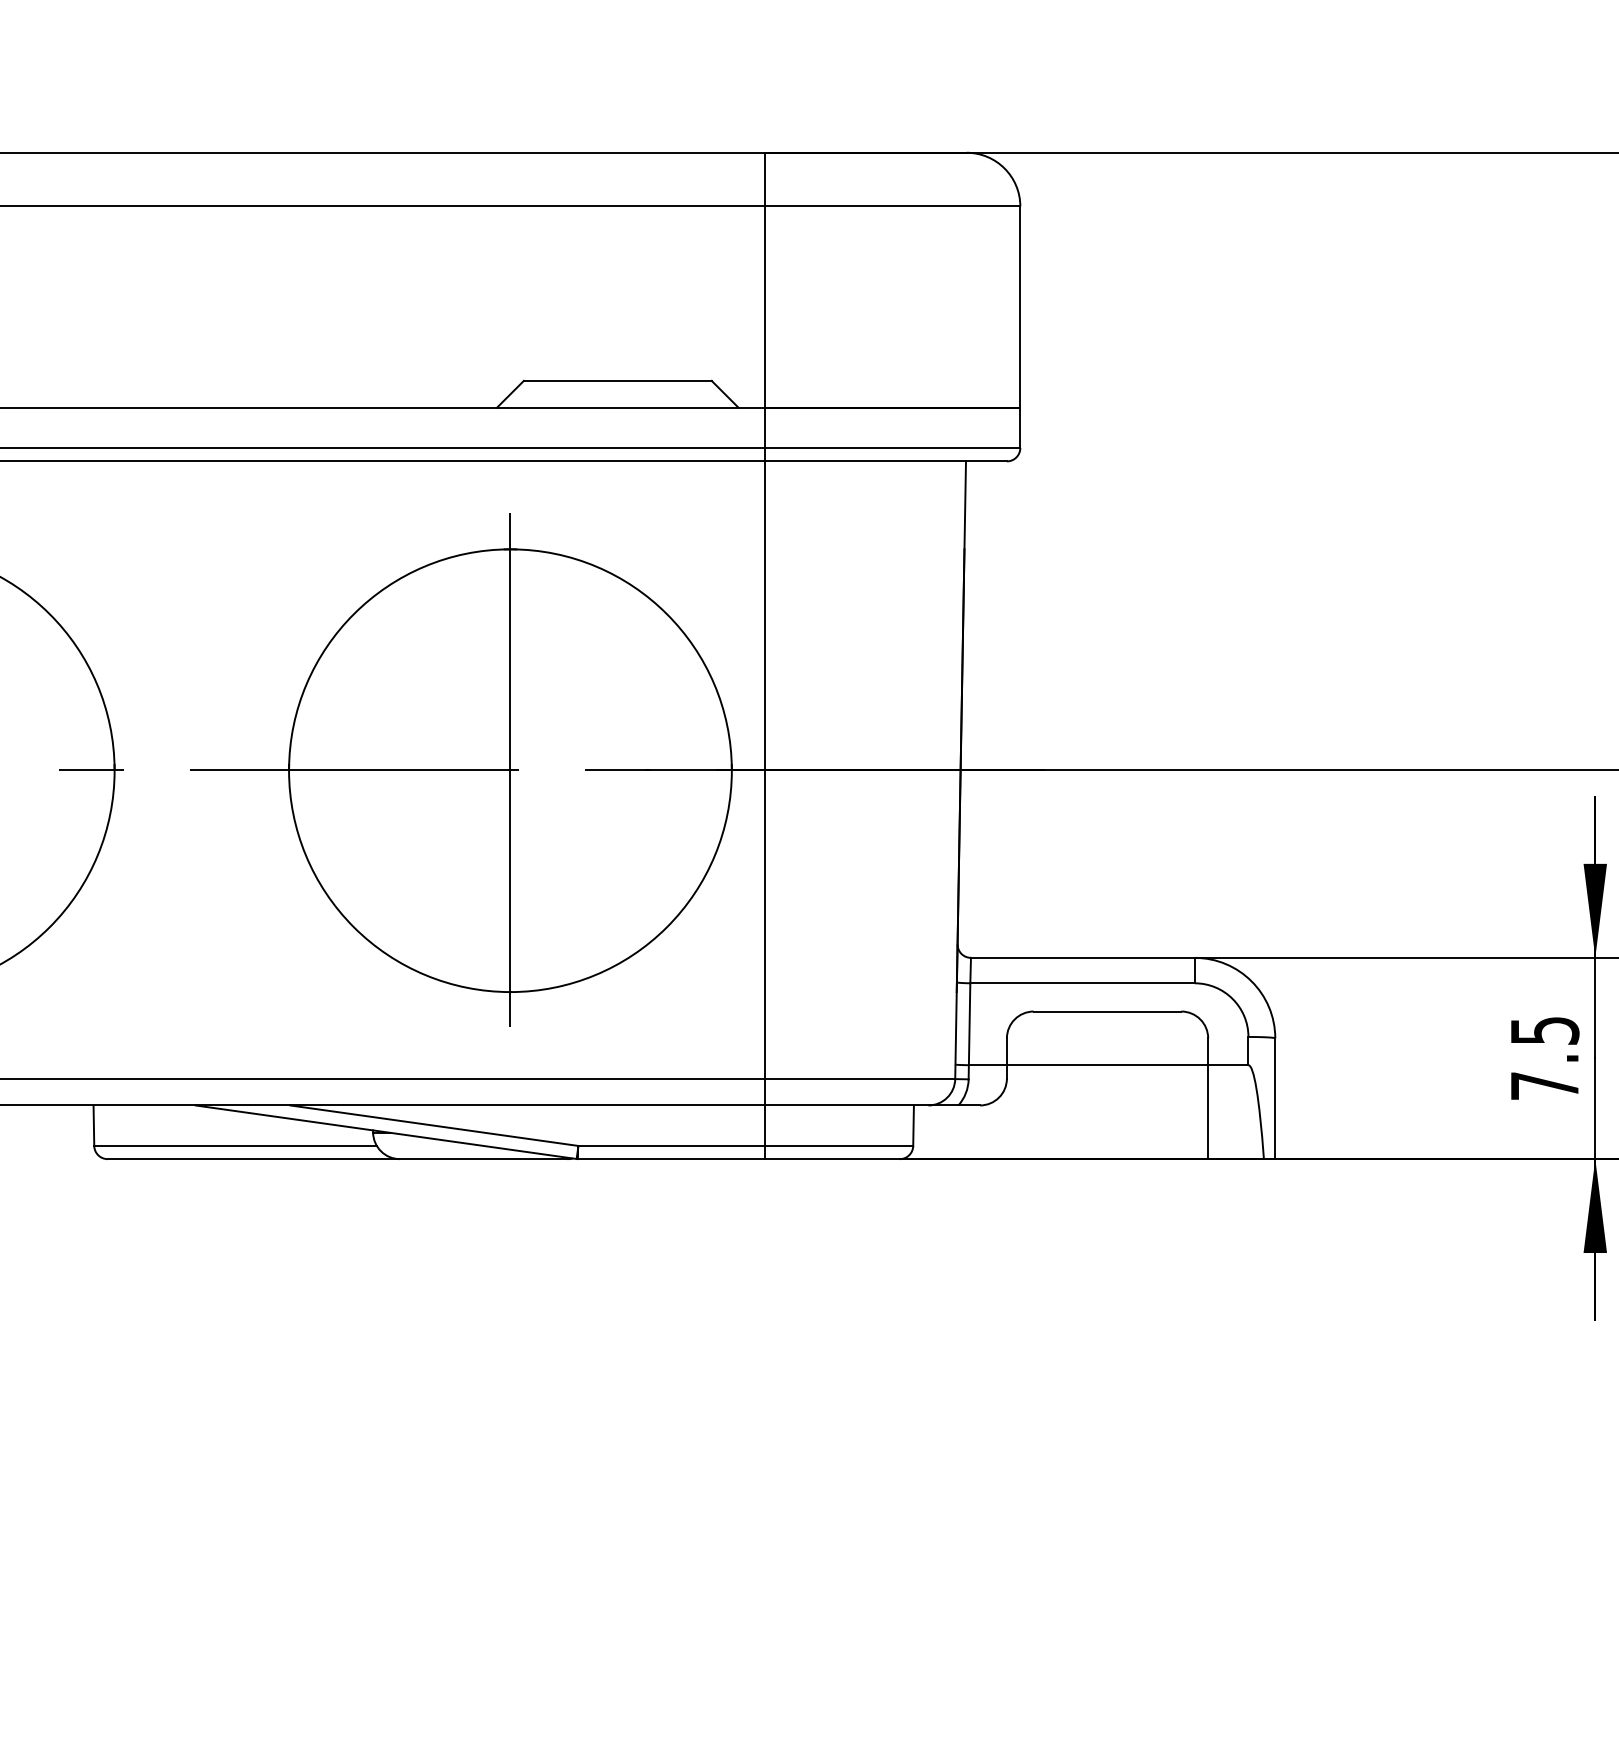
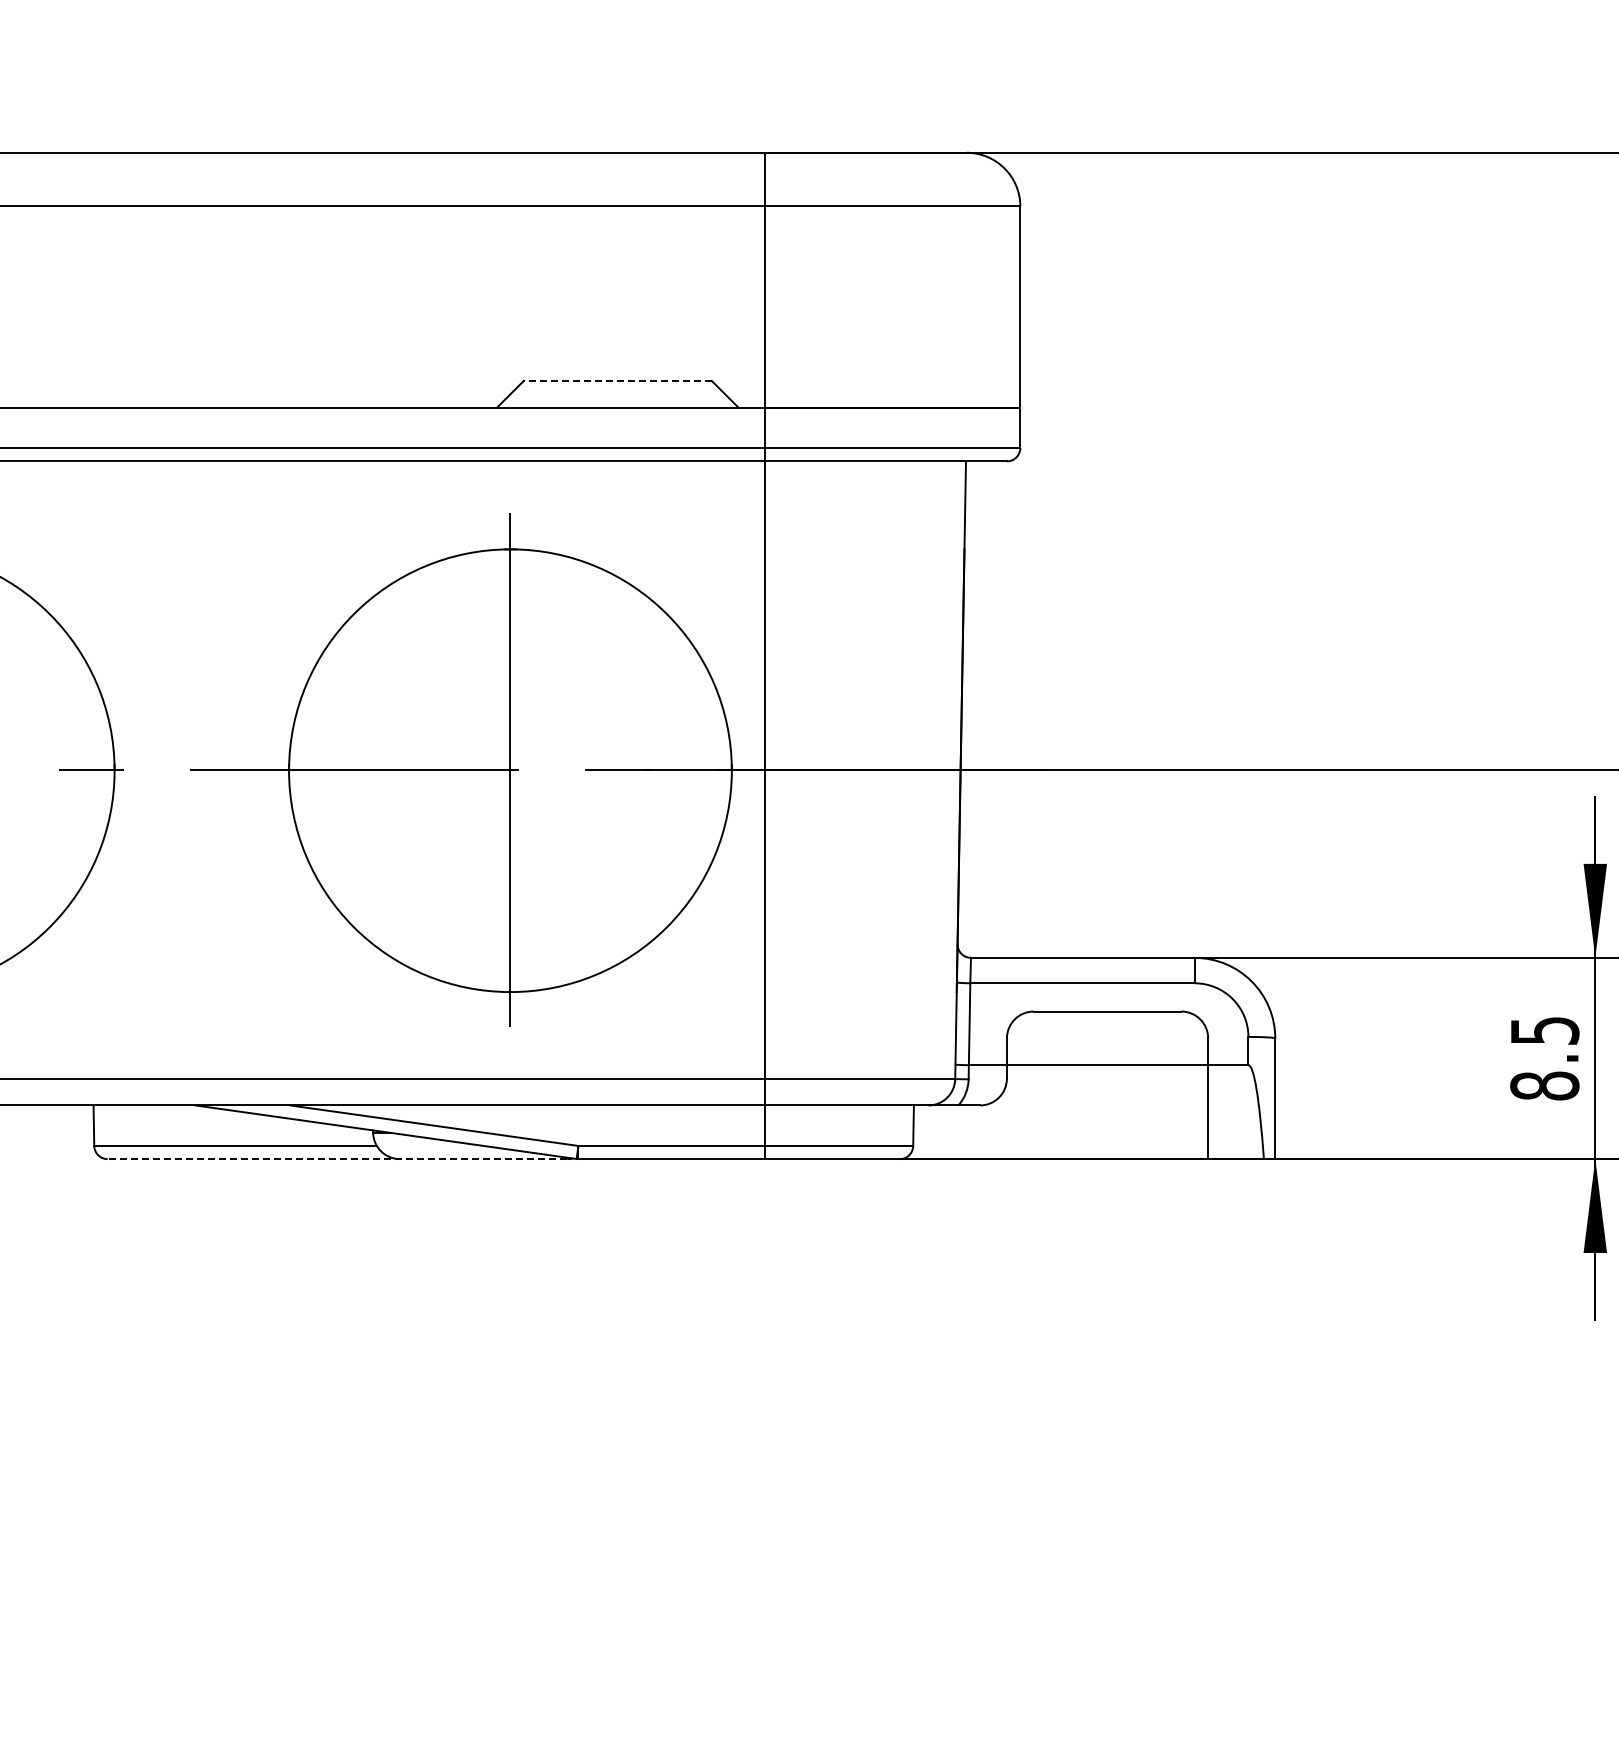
line at (617, 380): solid -> dashed
text at (1544, 1085): 7.5 -> 8.5
line at (337, 1159): solid -> dashed
